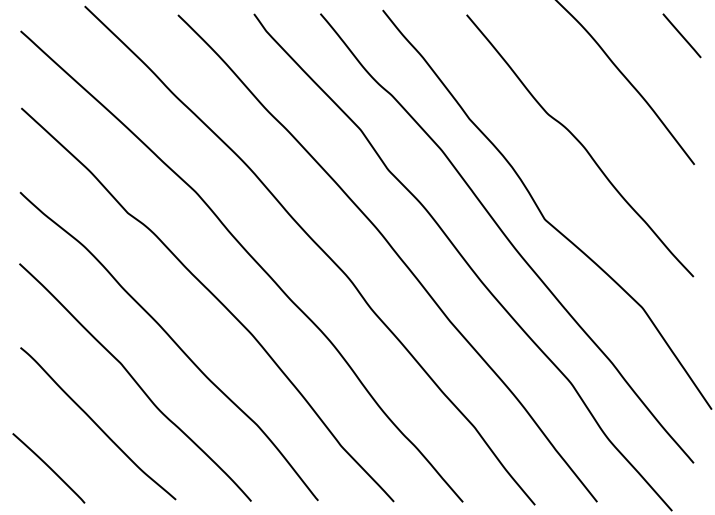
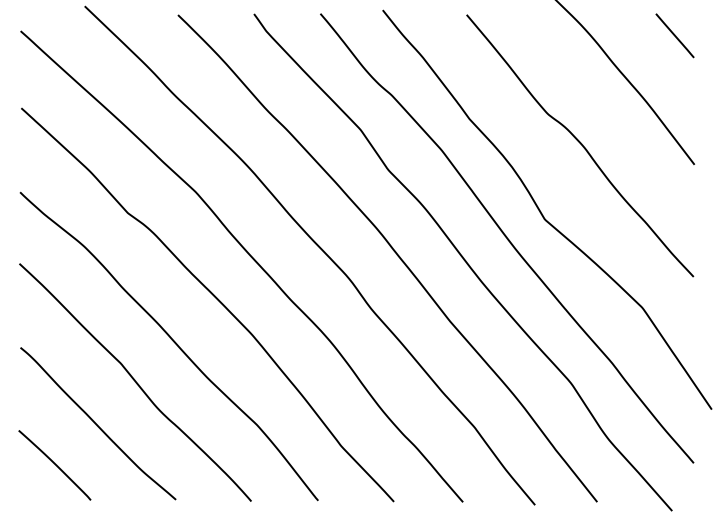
line at (681, 35) position: (681, 35) -> (674, 35)
curve at (48, 467) position: (48, 467) -> (54, 464)
